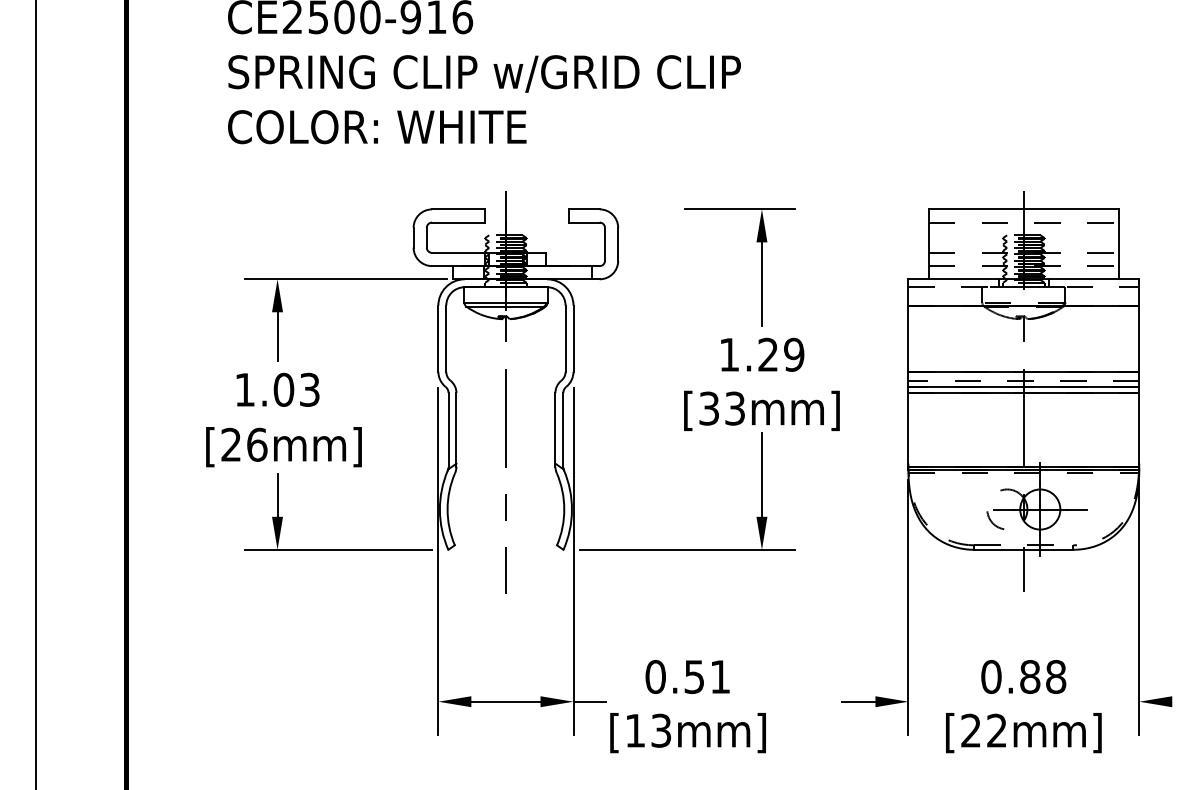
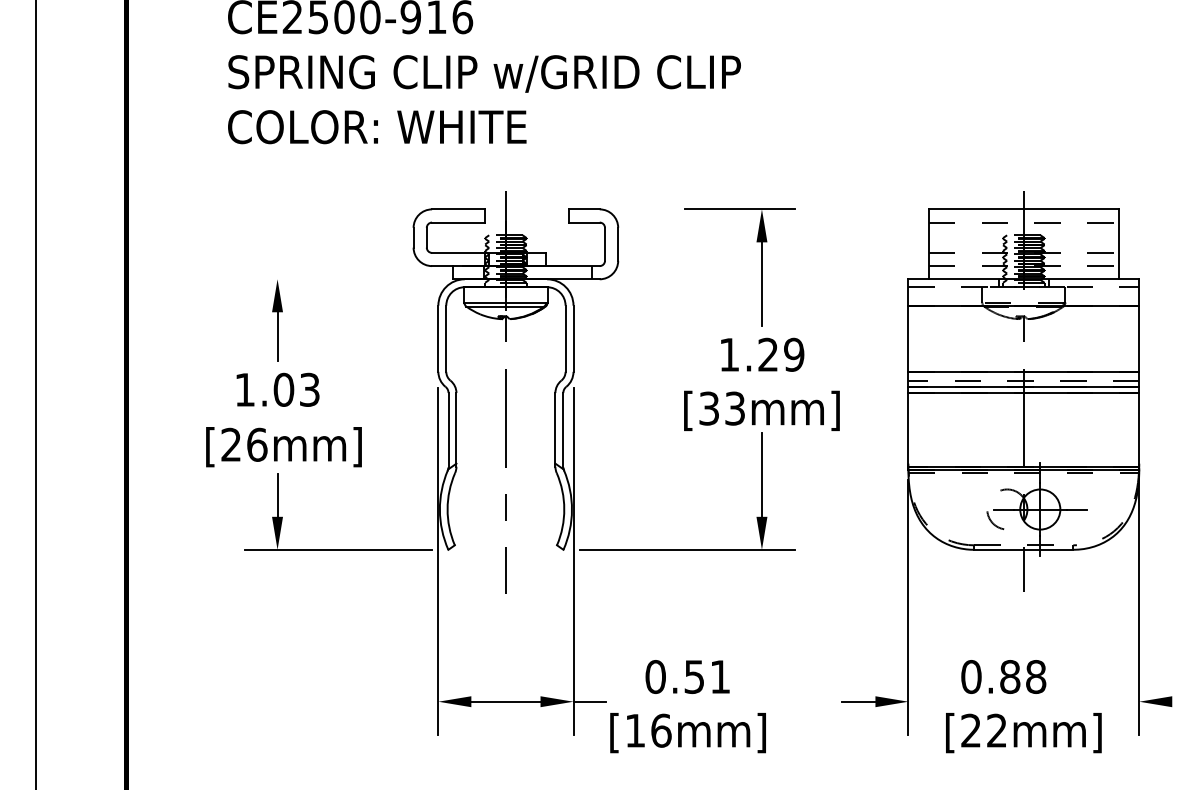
line at (345, 279): present -> none
text at (1023, 676) position: (1023, 676) -> (1003, 676)
text at (661, 730): [13mm] -> [16mm]
